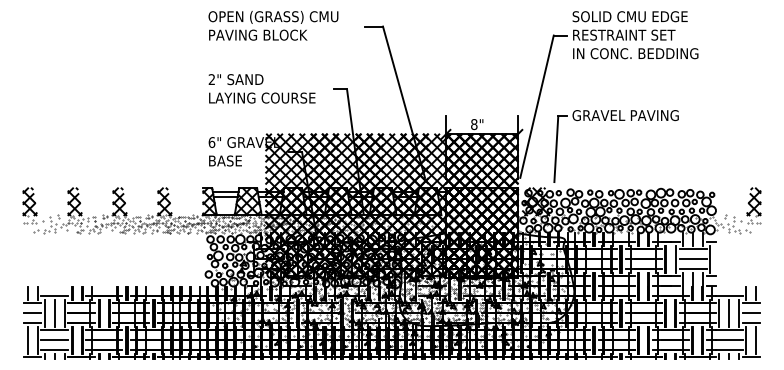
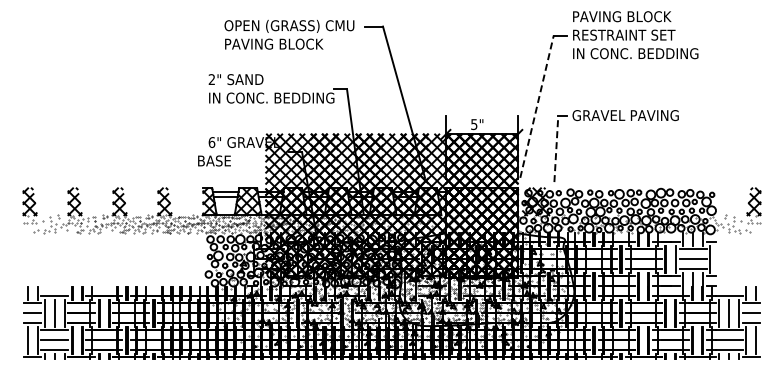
text at (629, 16): SOLID CMU EDGE -> PAVING BLOCK
text at (273, 25) position: (273, 25) -> (289, 34)
text at (272, 97): LAYING COURSE -> IN CONC. BEDDING
line at (537, 106): solid -> dashed
text at (474, 124): 8" -> 5"
line at (556, 149): solid -> dashed
text at (225, 160) position: (225, 160) -> (214, 160)
